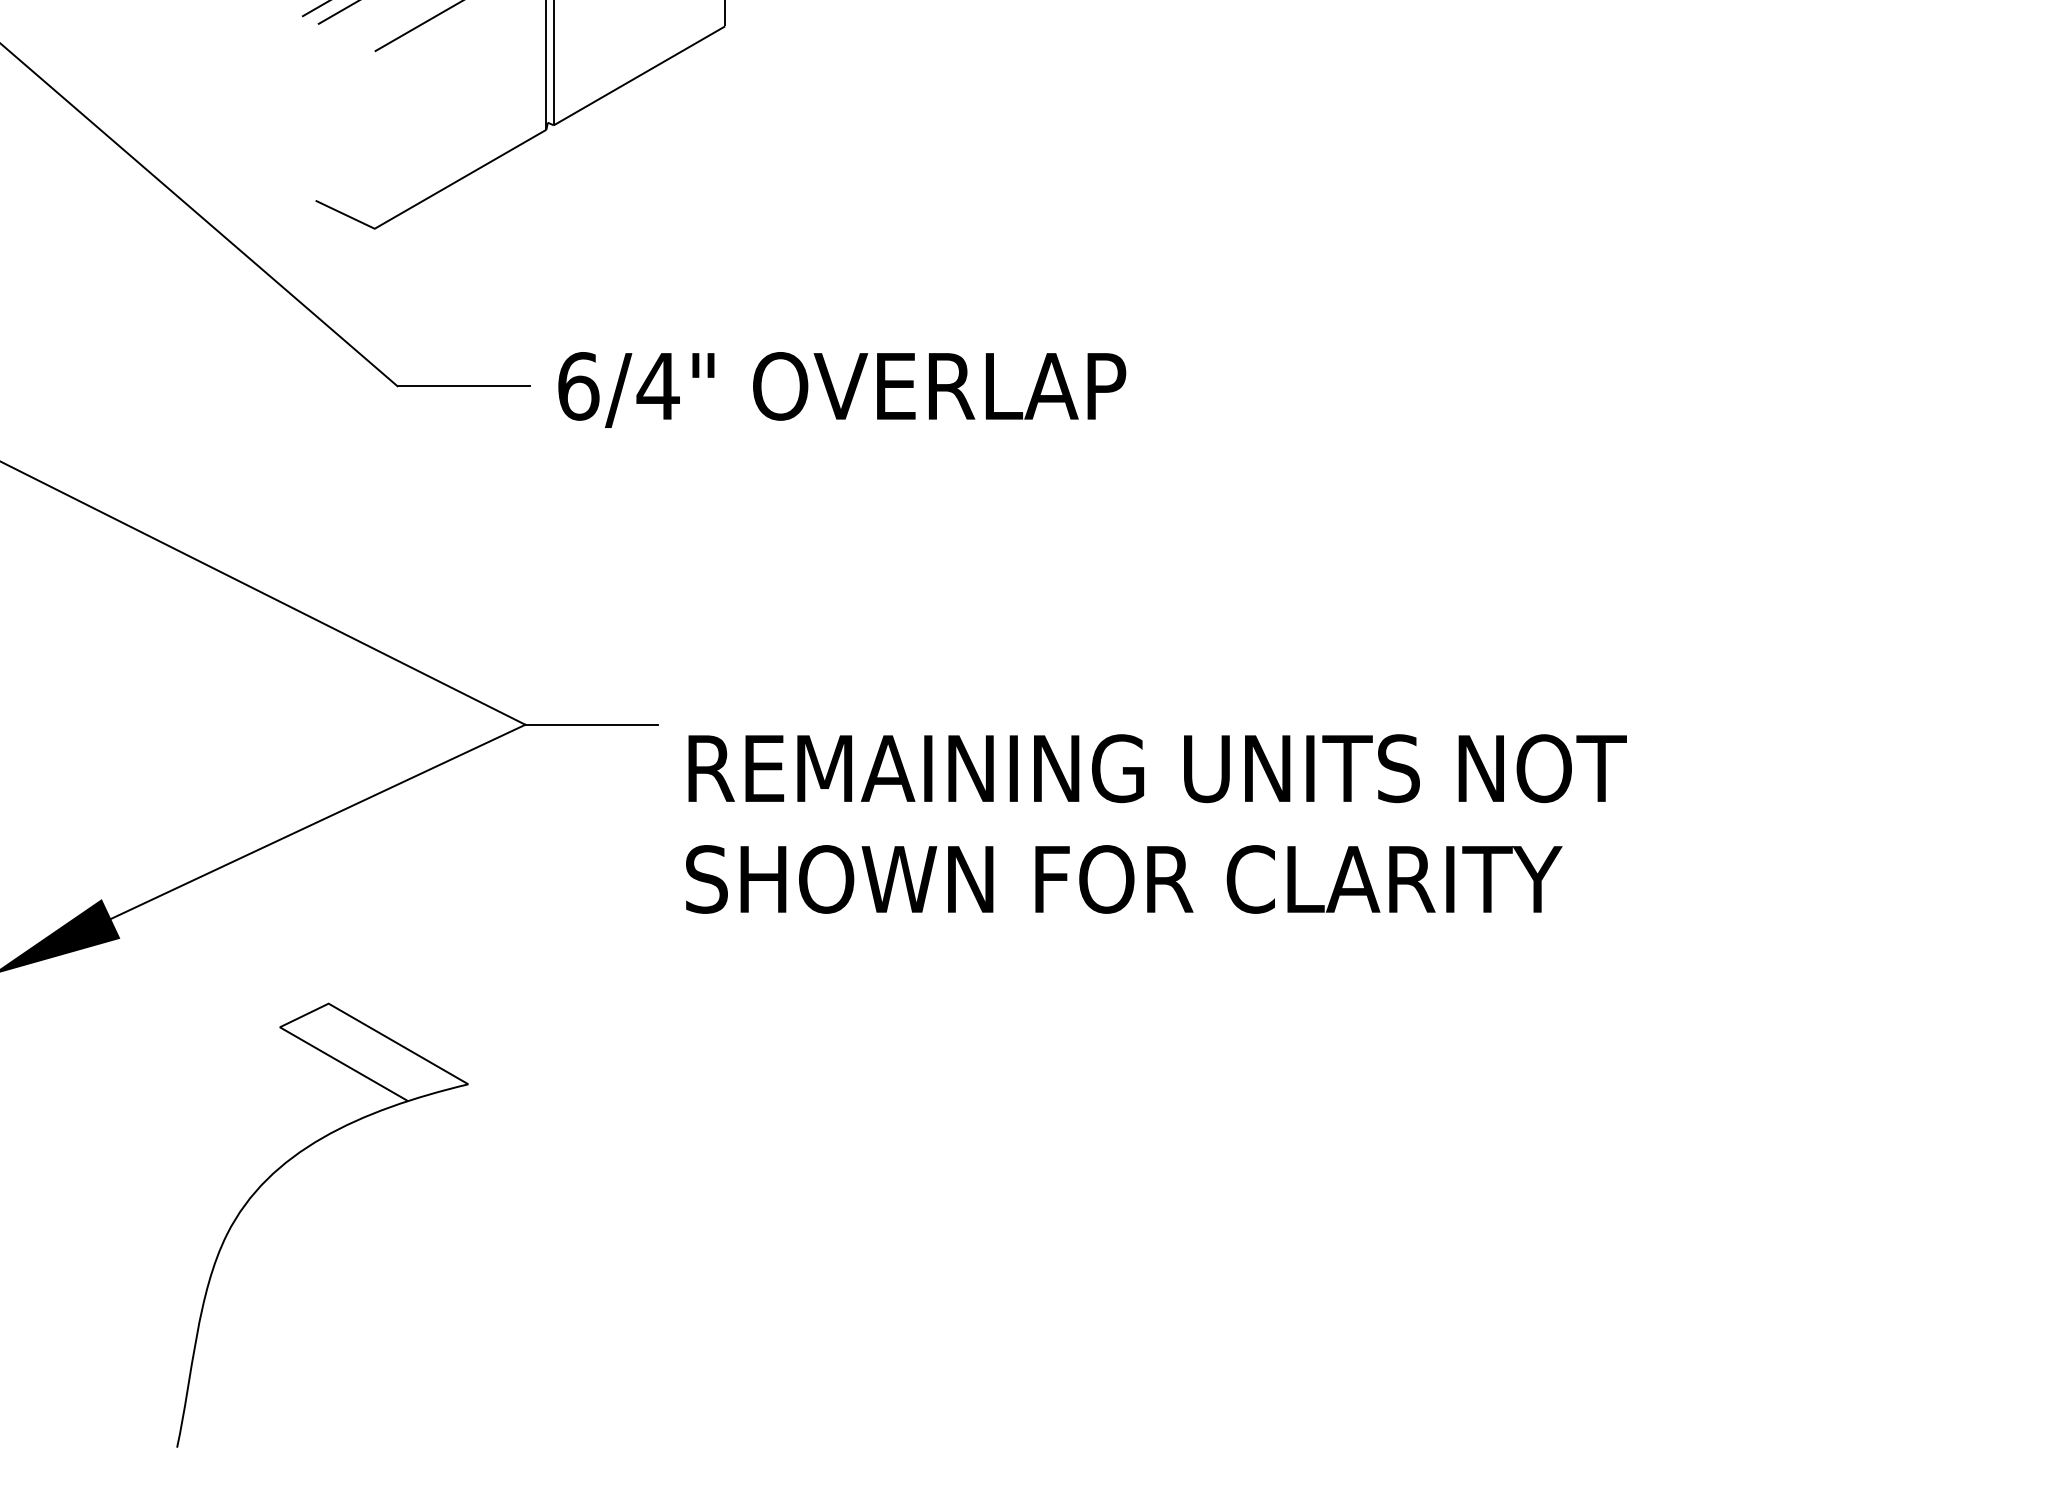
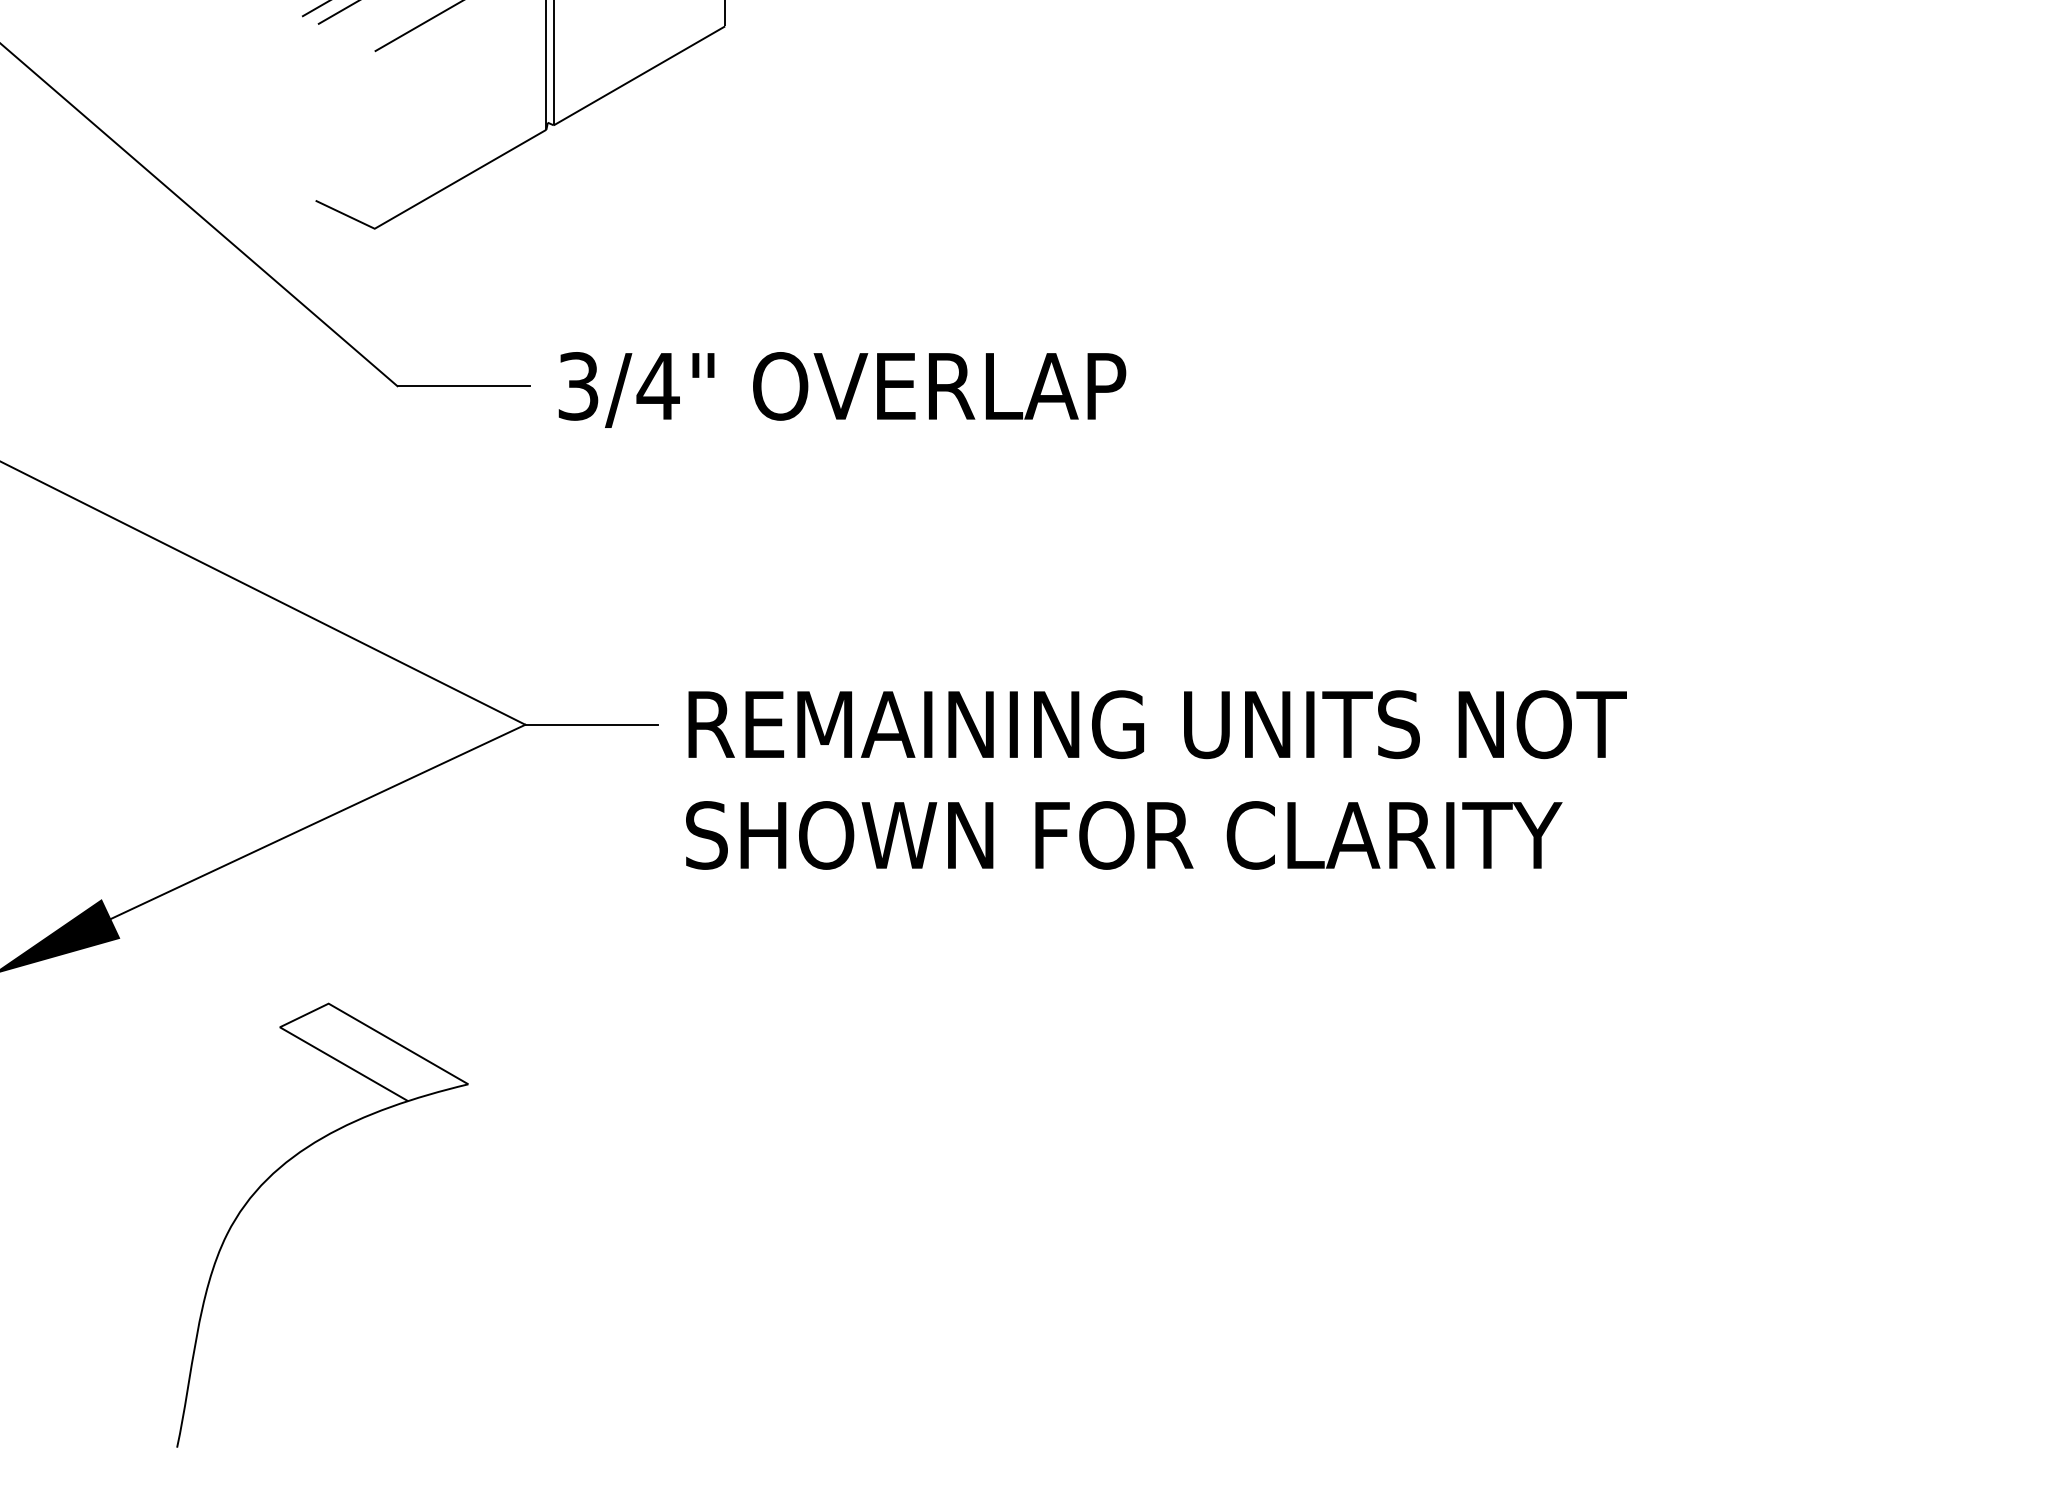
text at (578, 386): 6/4" -> 3/4"
text at (1156, 823) position: (1156, 823) -> (1156, 779)
